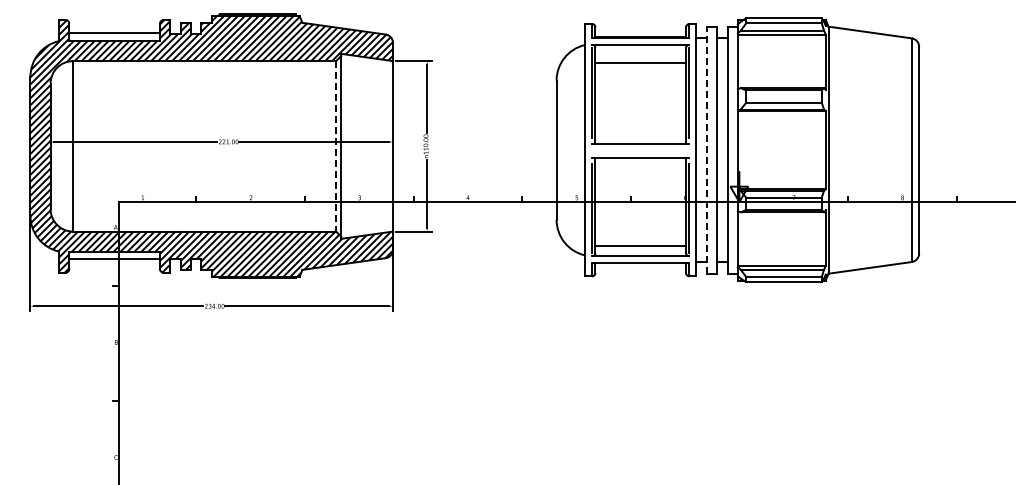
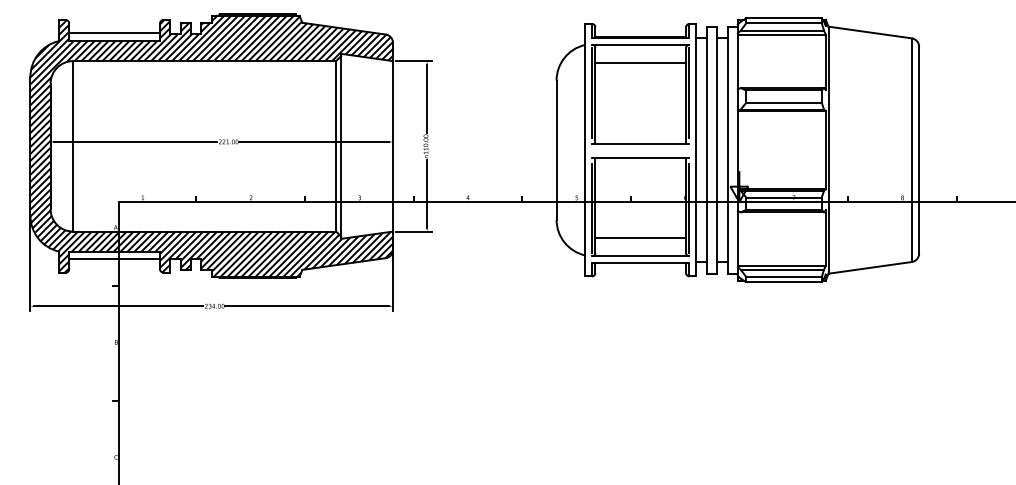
line at (336, 146): dashed -> solid
line at (706, 150): dashed -> solid
line at (640, 245) position: (640, 245) -> (640, 237)
